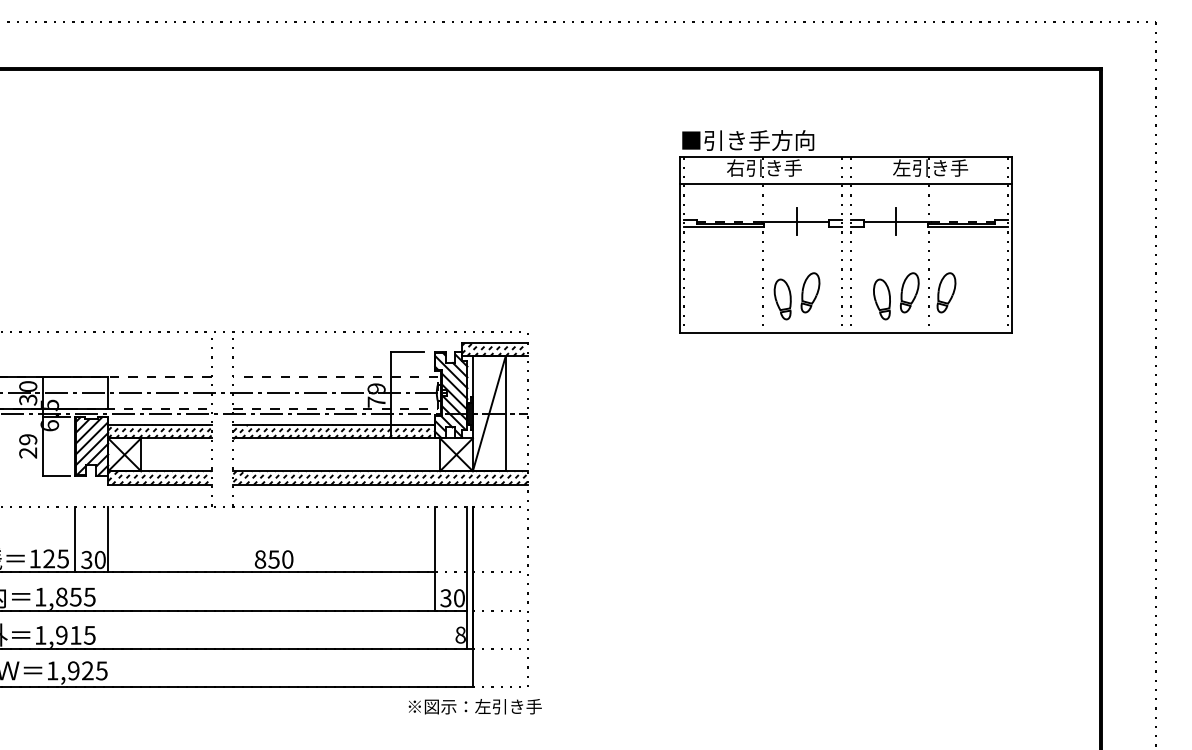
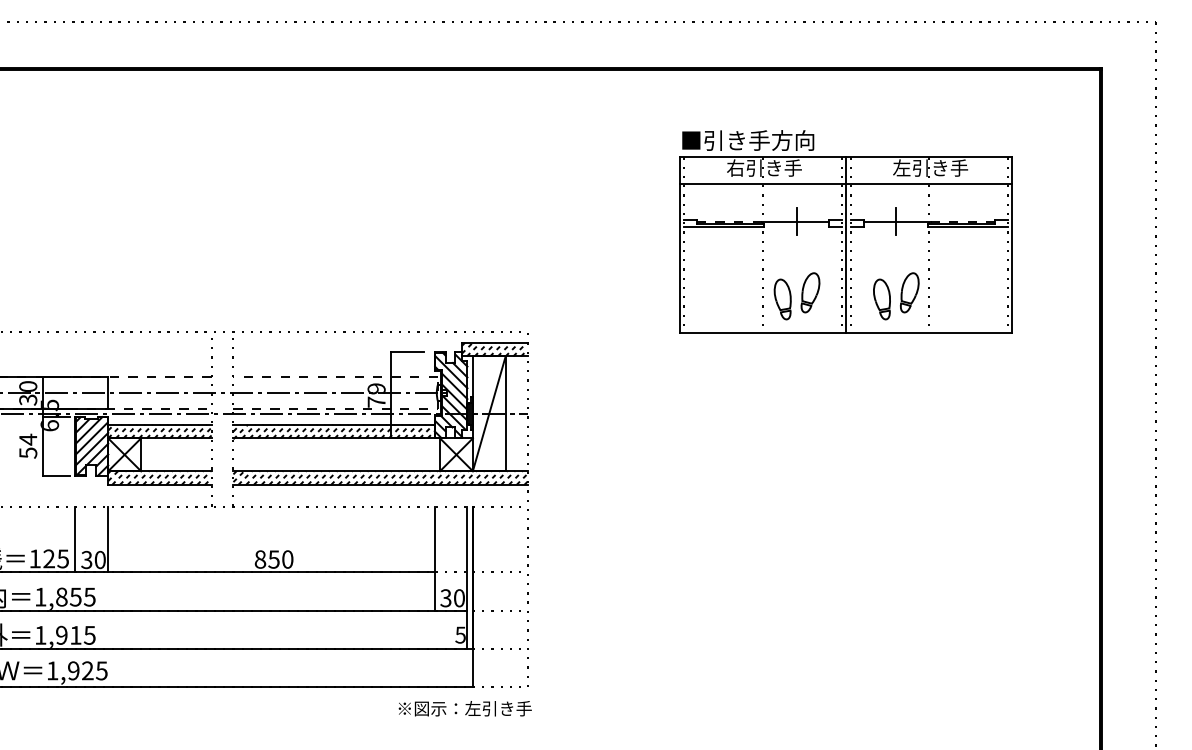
line at (846, 245): none -> present
part at (946, 292): present -> none
text at (28, 445): 29 -> 54
text at (460, 634): 8 -> 5
text at (474, 706) position: (474, 706) -> (464, 708)
